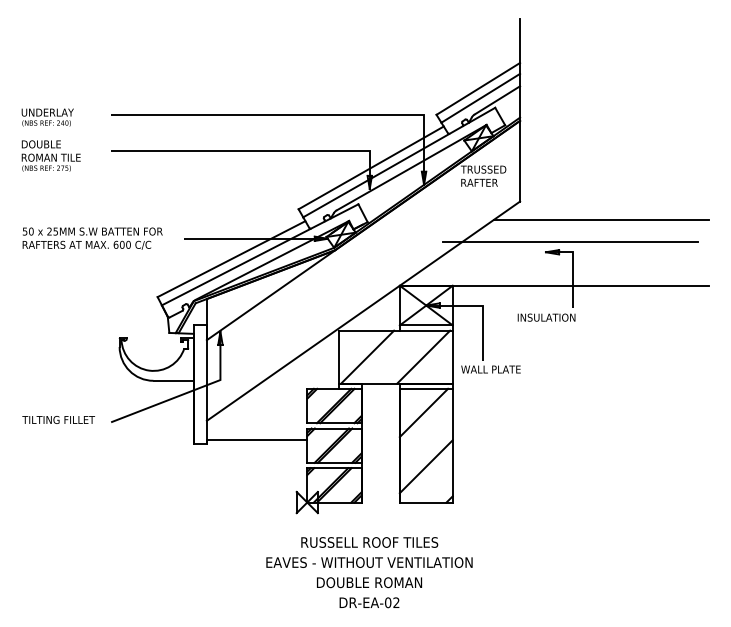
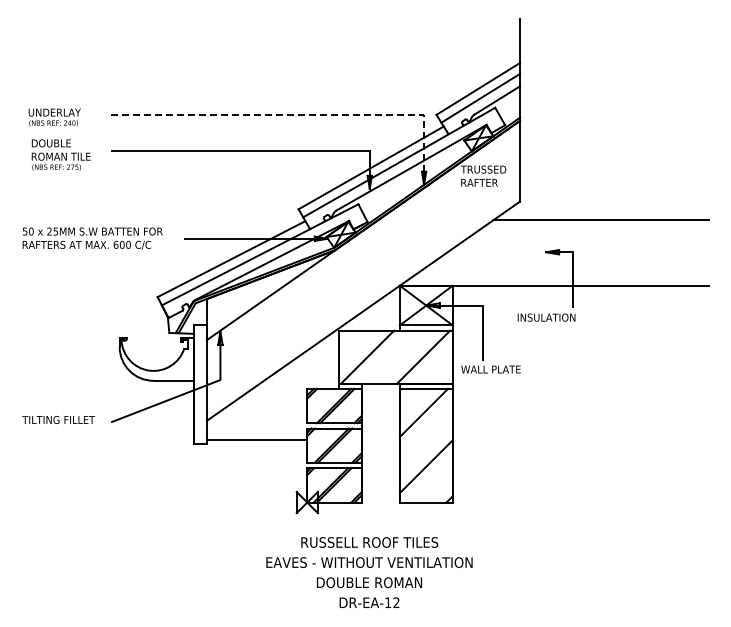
line at (297, 114): solid -> dashed
text at (47, 117) position: (47, 117) -> (54, 117)
text at (50, 155) position: (50, 155) -> (60, 154)
line at (570, 241): present -> none
text at (388, 602): DR-EA-02 -> DR-EA-12
